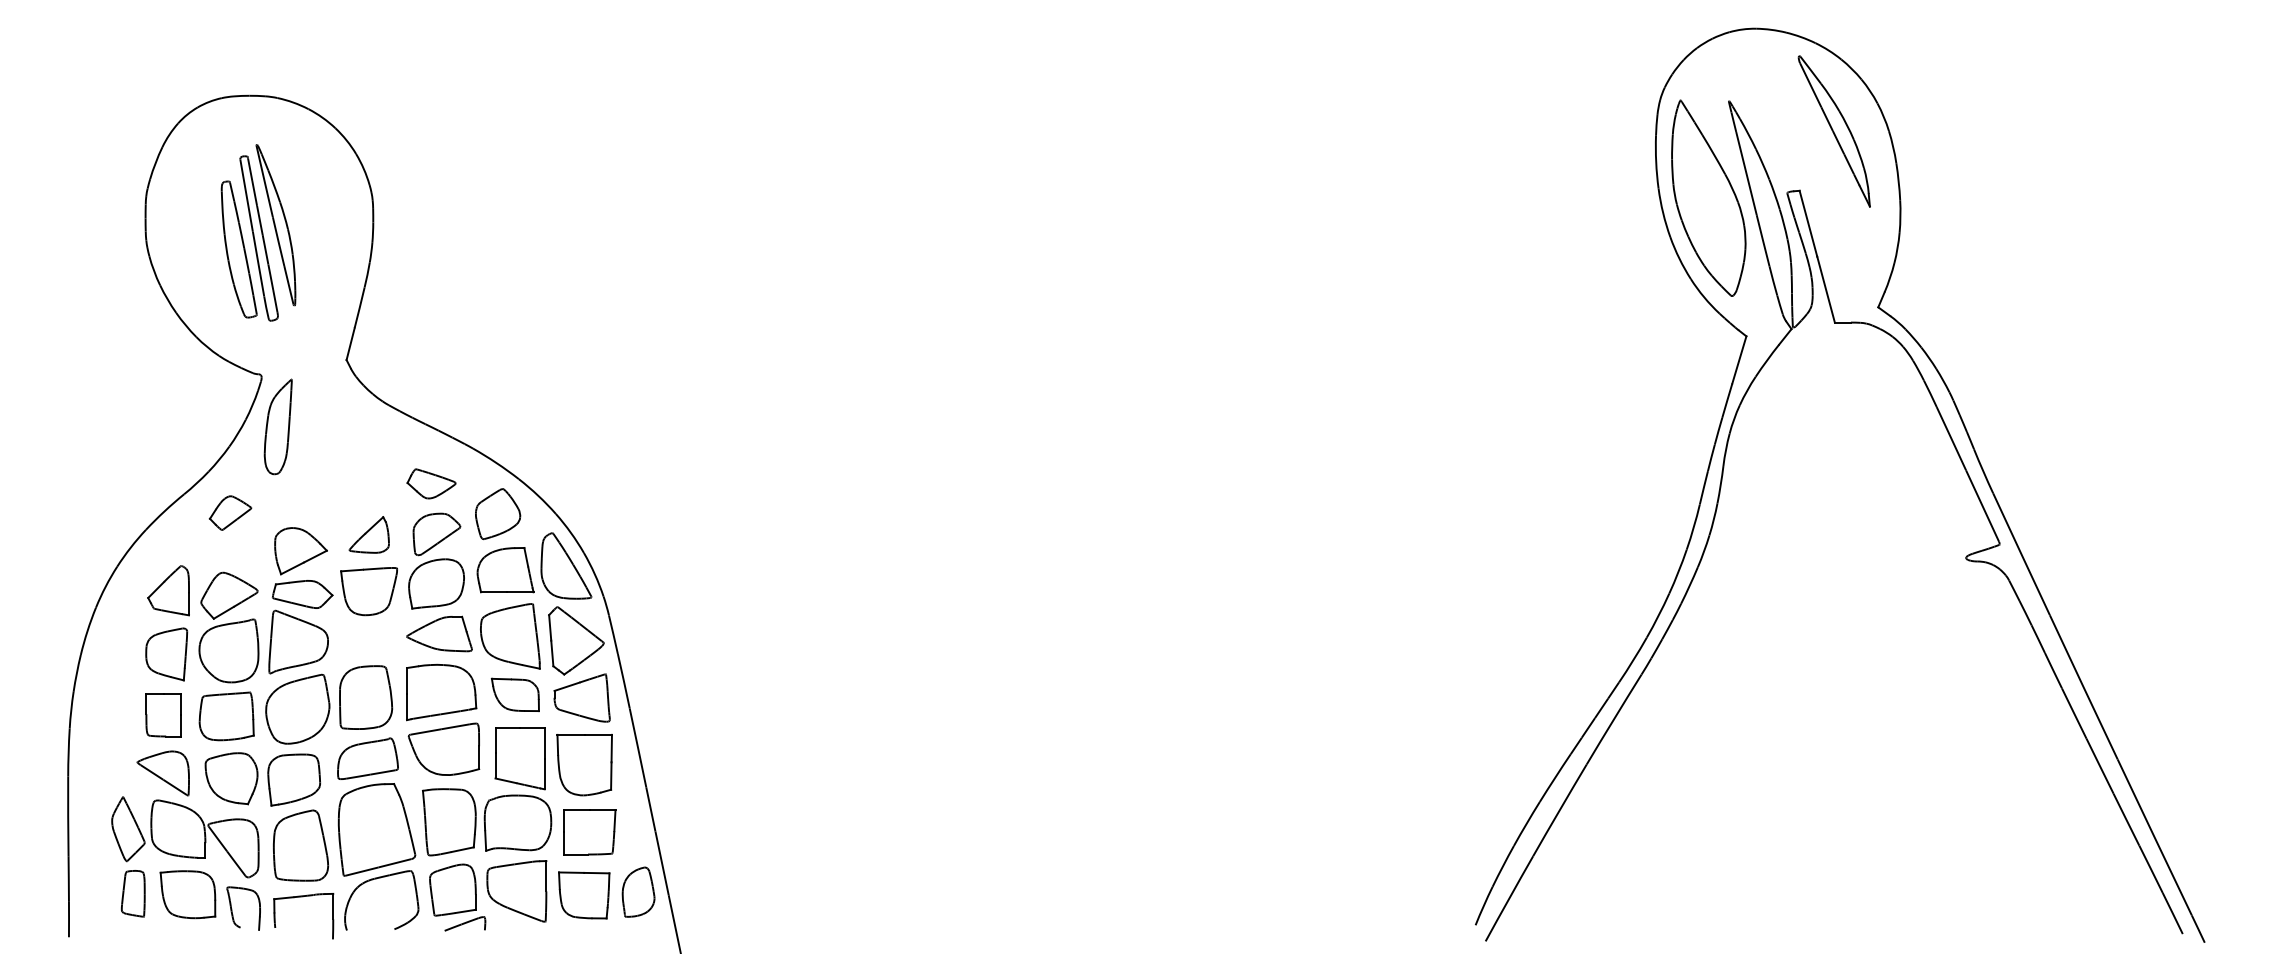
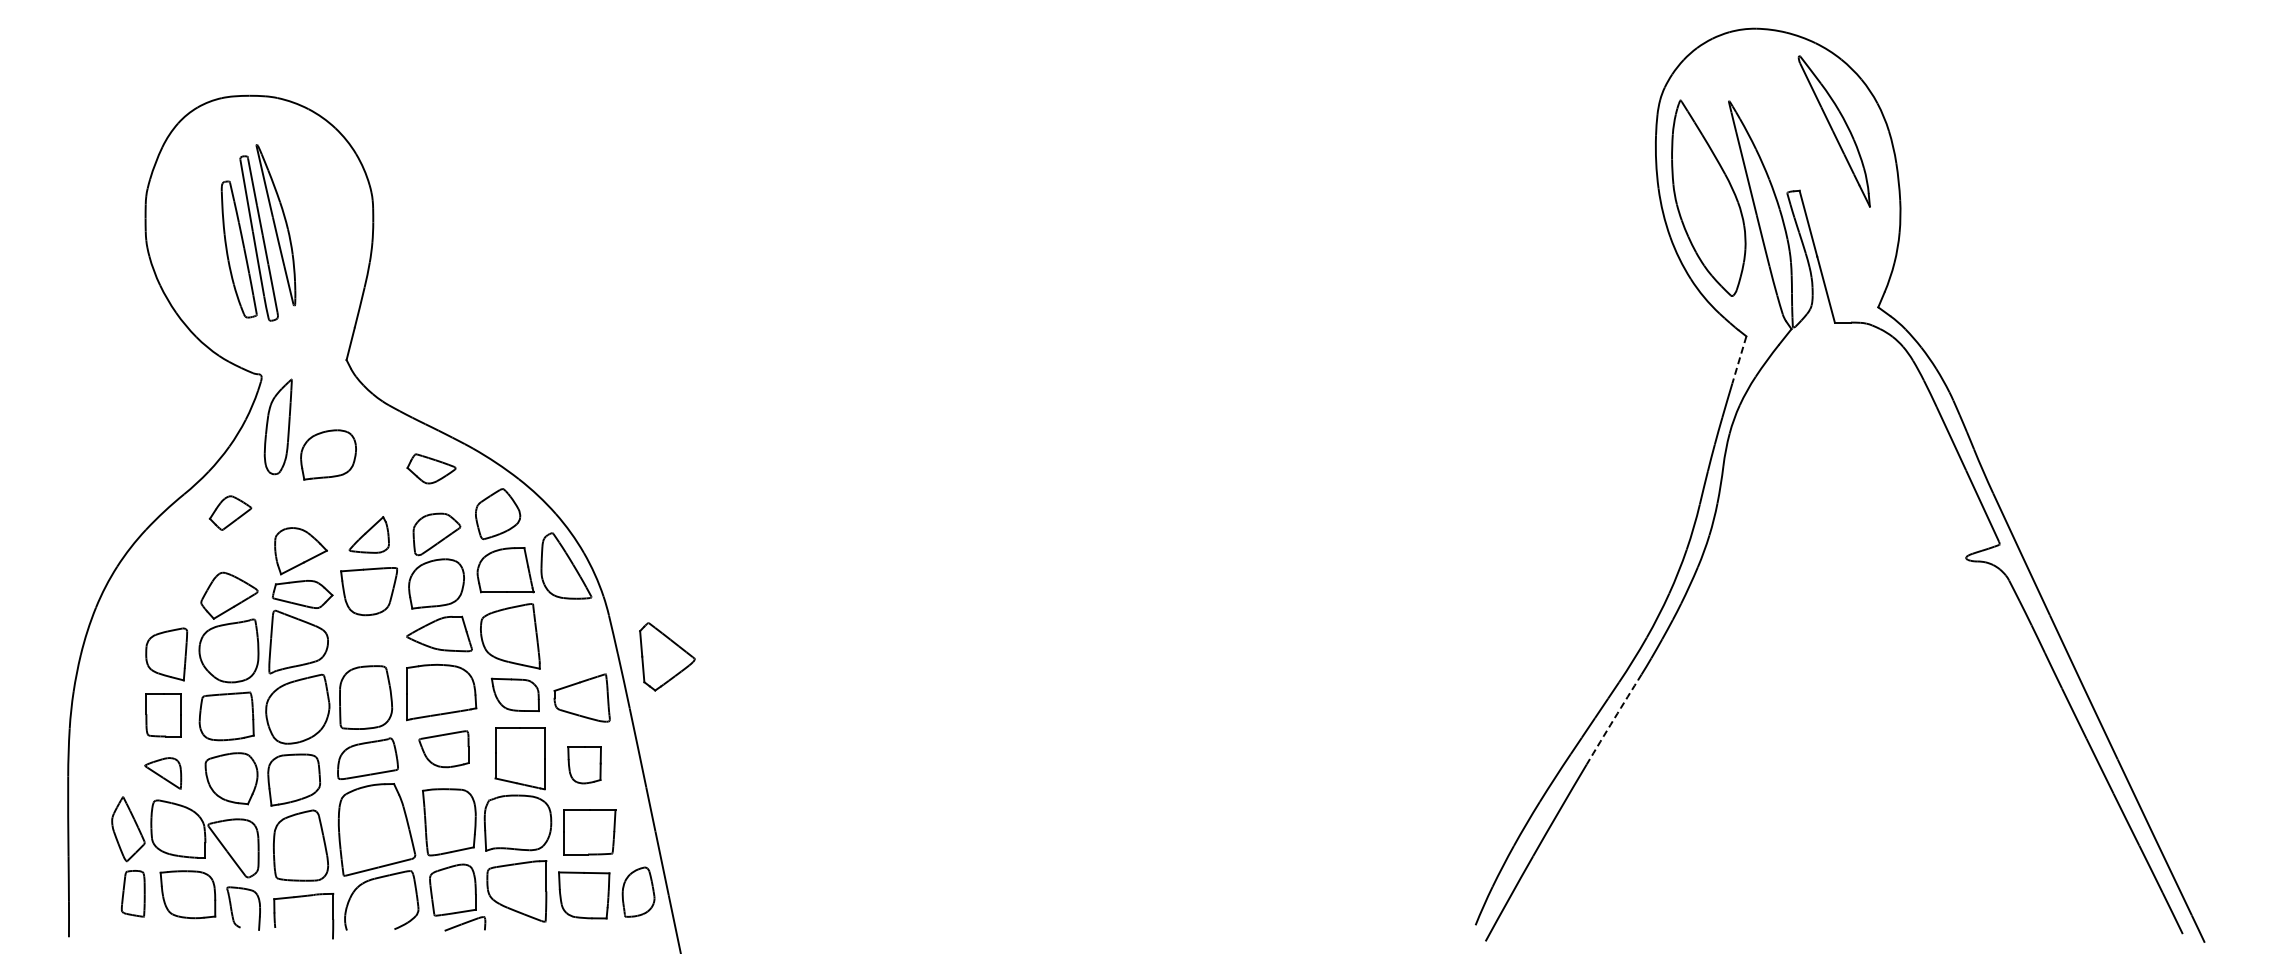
line at (1739, 359): solid -> dashed
part at (328, 454): none -> present
part at (431, 483) position: (431, 483) -> (431, 468)
part at (168, 590): present -> none
part at (576, 640) position: (576, 640) -> (667, 656)
arc at (1613, 719): solid -> dashed
part at (443, 748) size: 74x54 px -> 52x39 px
part at (584, 765) size: 57x63 px -> 35x39 px
part at (162, 773) size: 54x47 px -> 39x33 px
